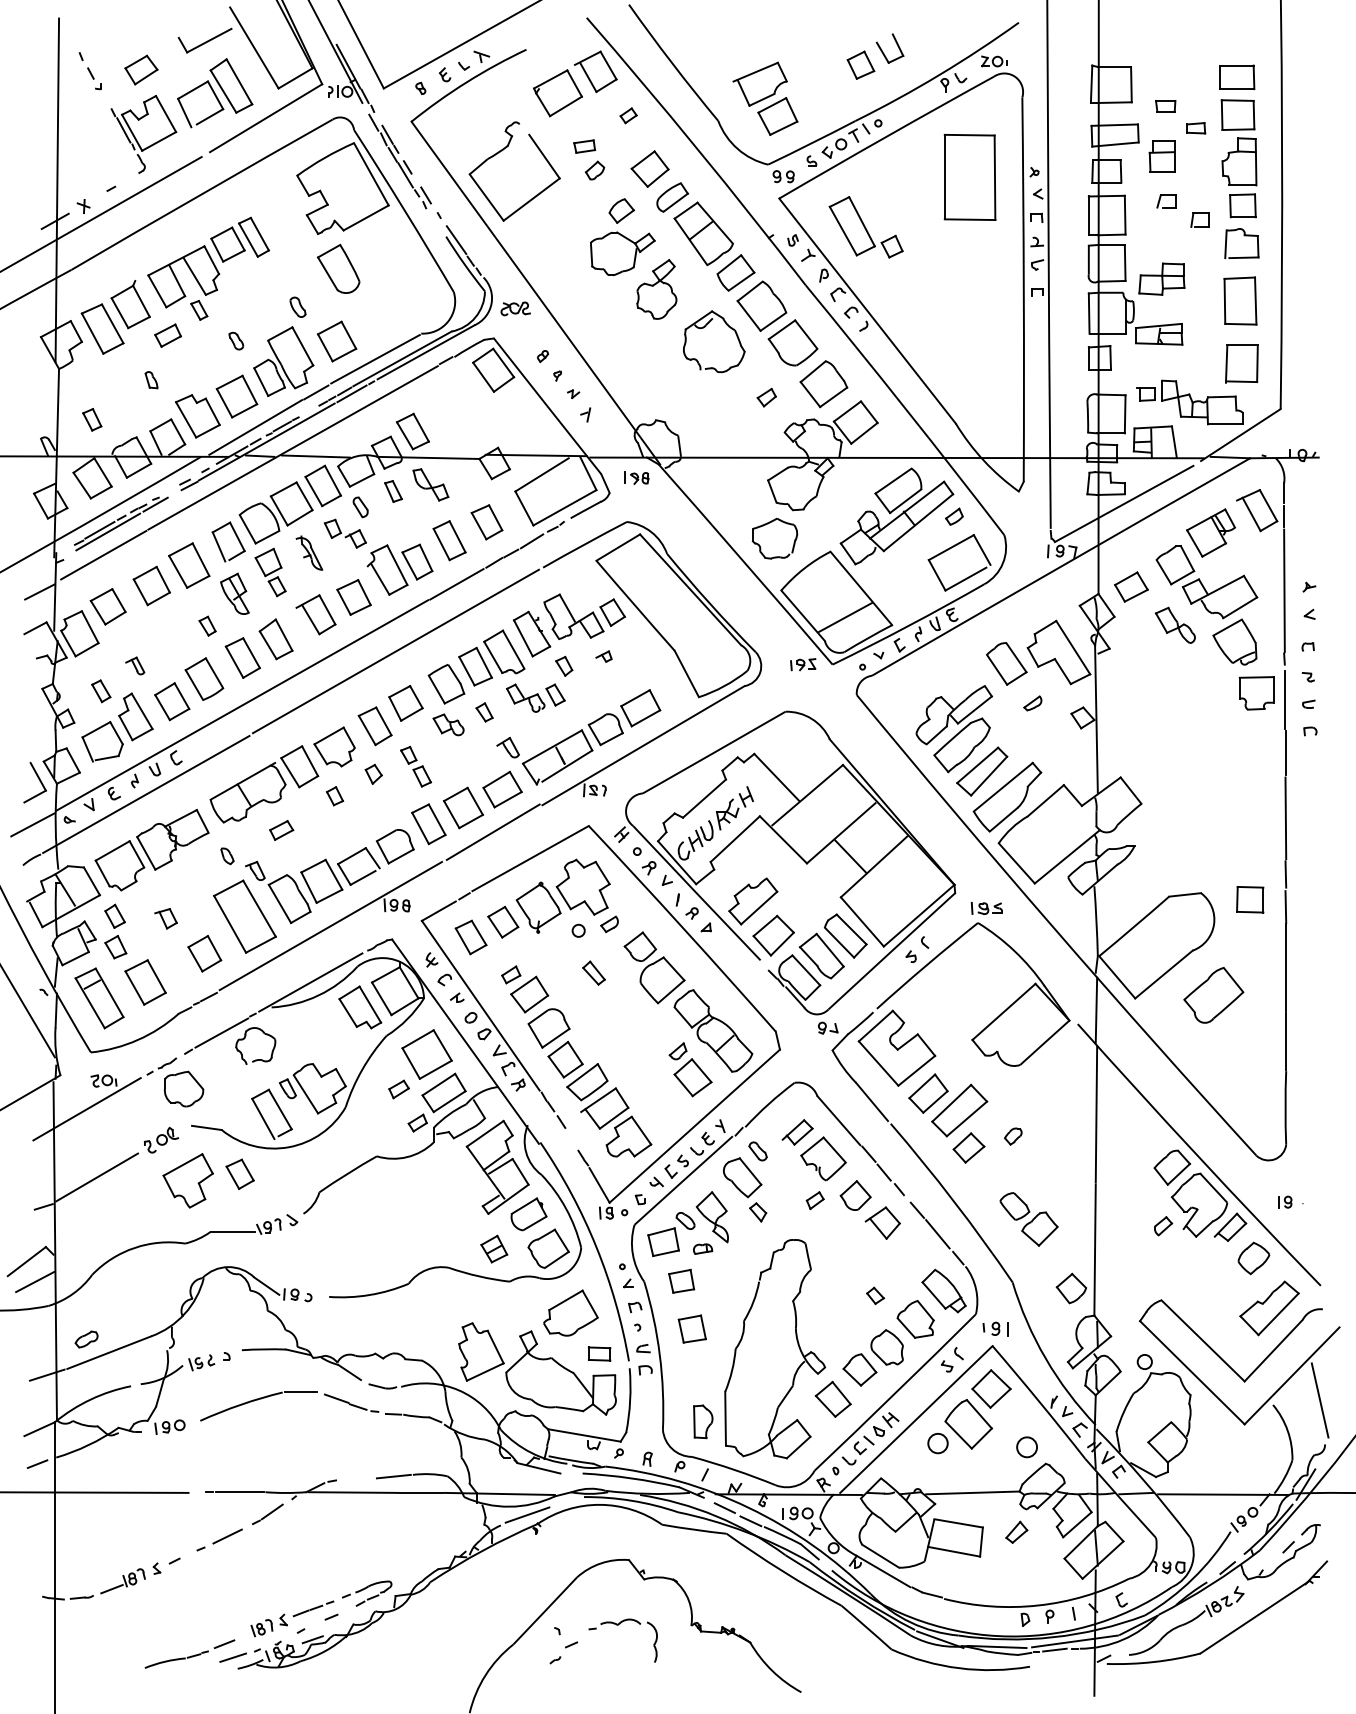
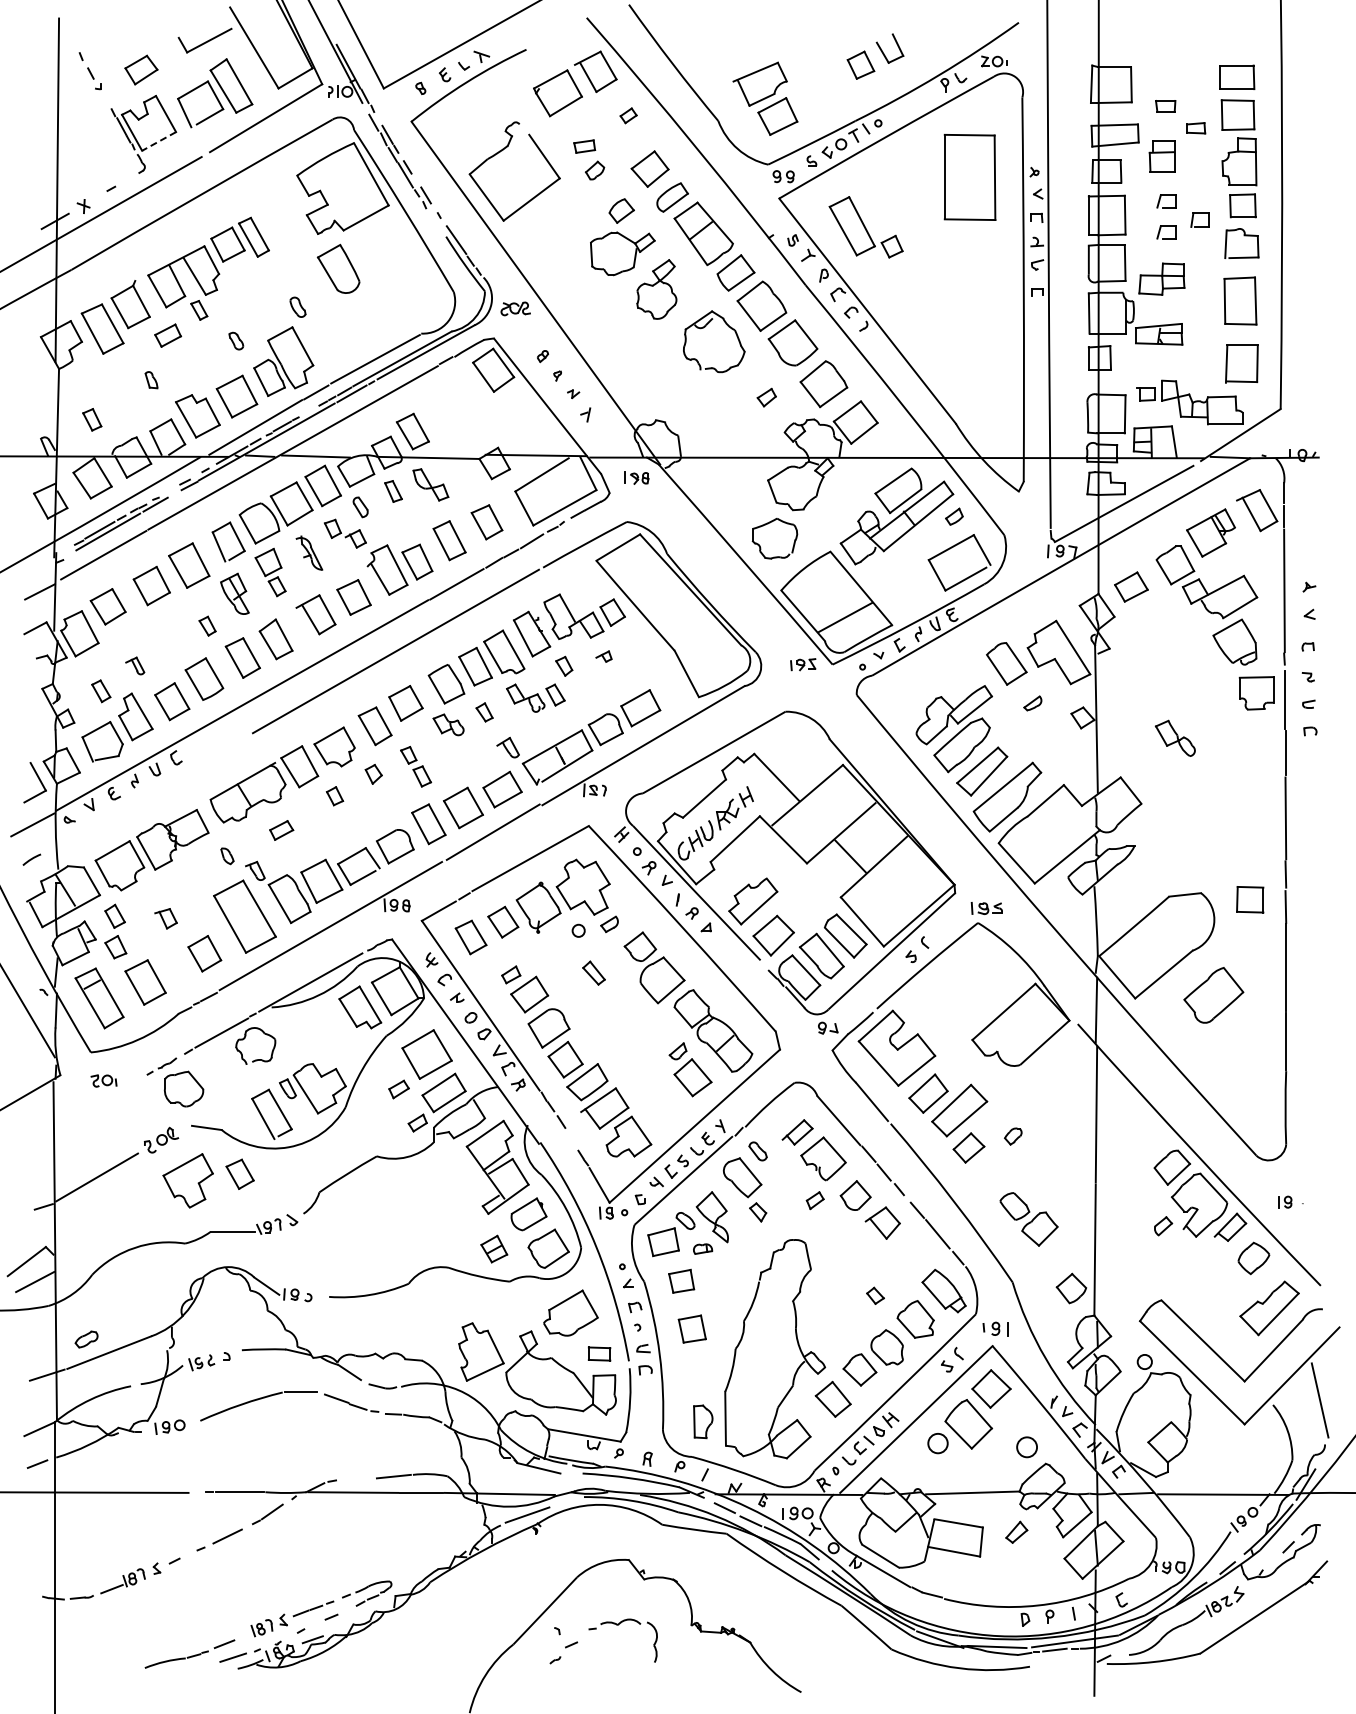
line at (158, 141): solid -> dashed
part at (1166, 232): none -> present
part at (337, 341): present -> none
part at (1174, 624) position: (1174, 624) -> (1174, 737)
line at (146, 794): present -> none
line at (86, 1109): present -> none
